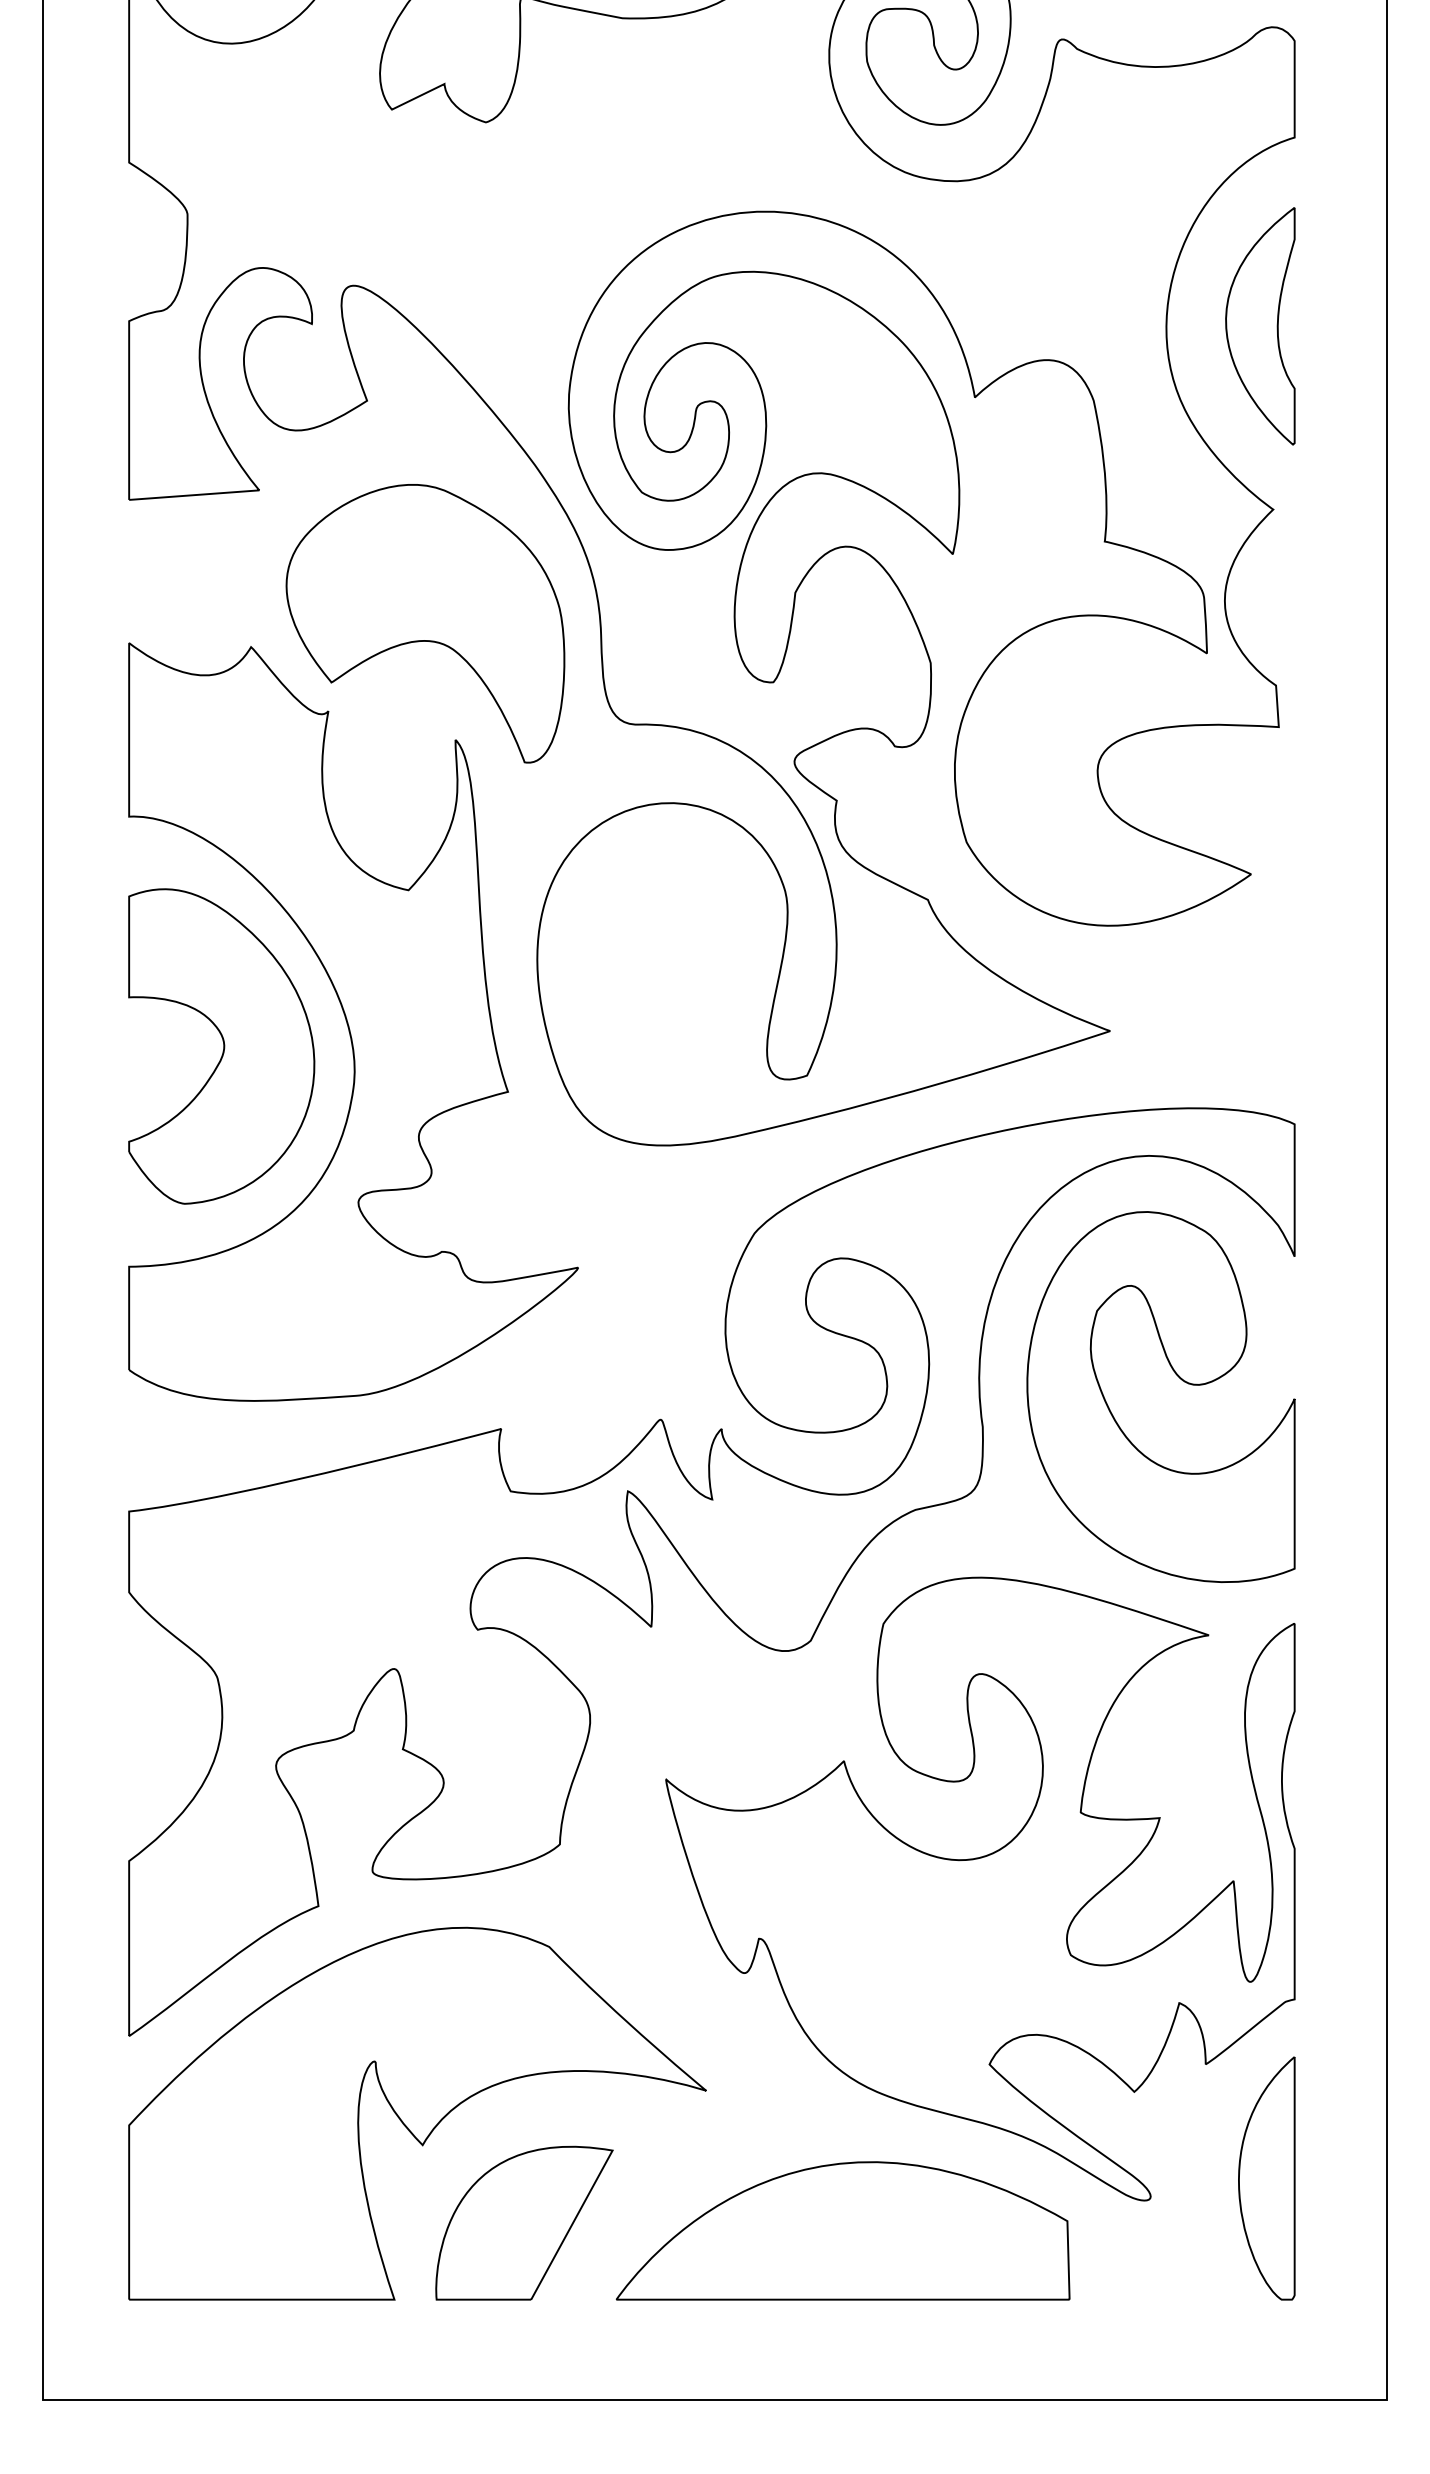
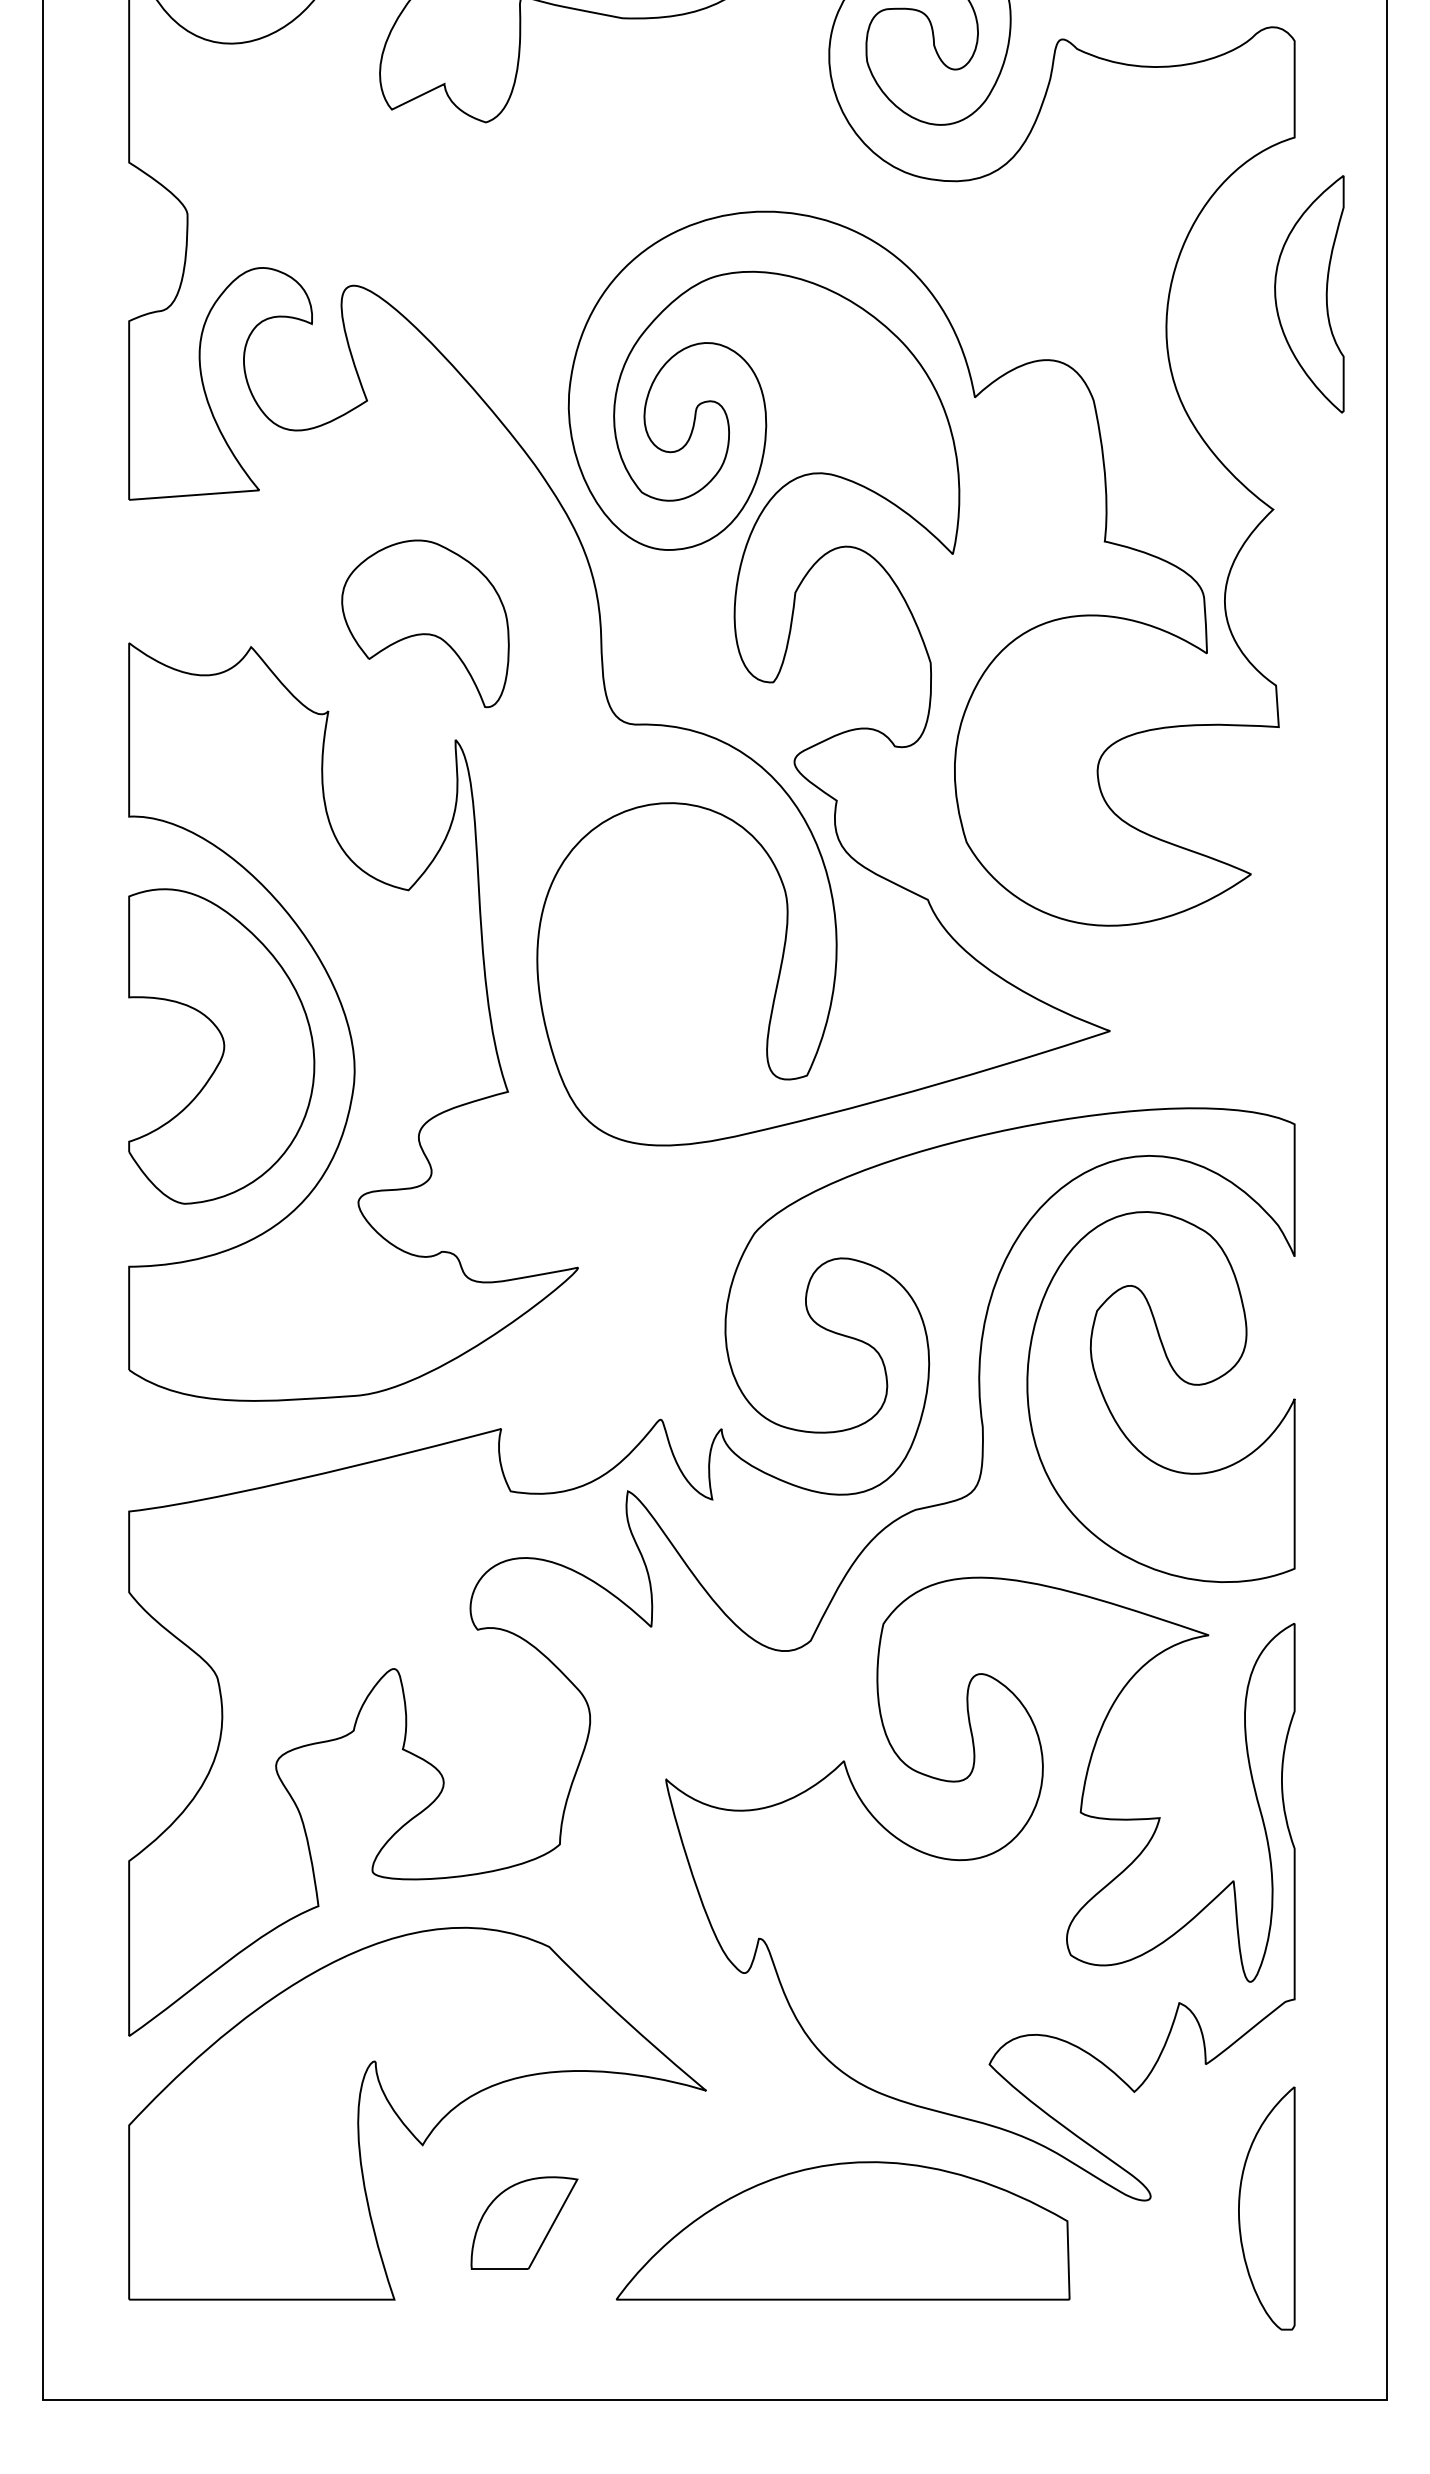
part at (1260, 326) position: (1260, 326) -> (1309, 294)
part at (425, 623) size: 281x280 px -> 169x170 px
part at (1266, 2178) position: (1266, 2178) -> (1266, 2208)
part at (524, 2222) size: 179x156 px -> 109x94 px
